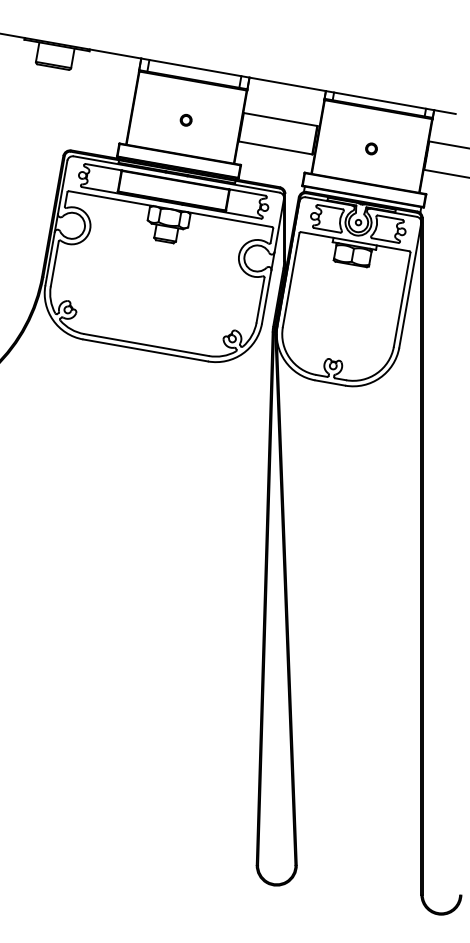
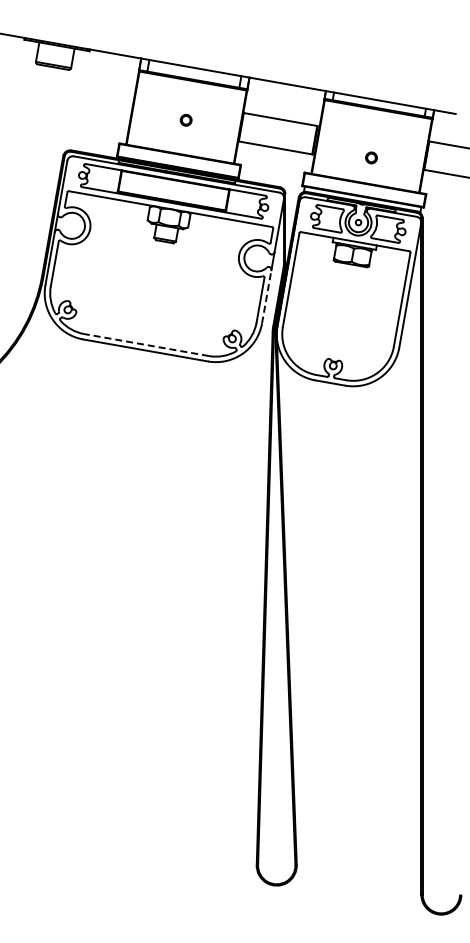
part at (371, 148) position: (371, 148) -> (371, 157)
line at (266, 296): solid -> dashed
line at (146, 344): solid -> dashed
